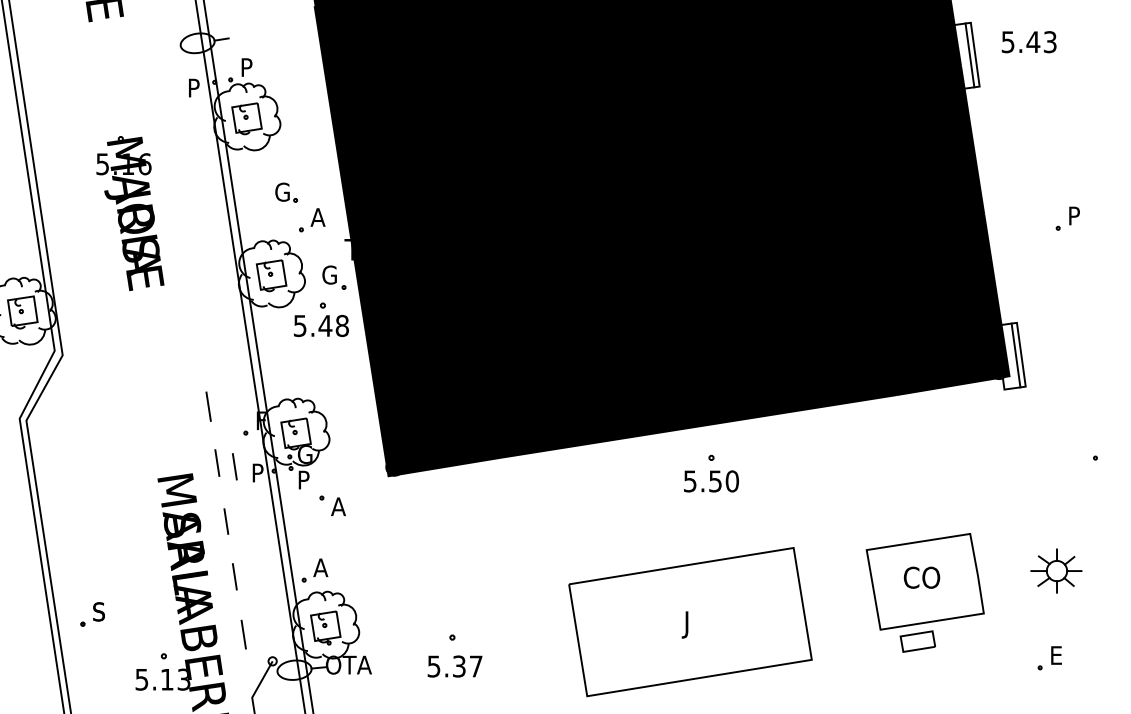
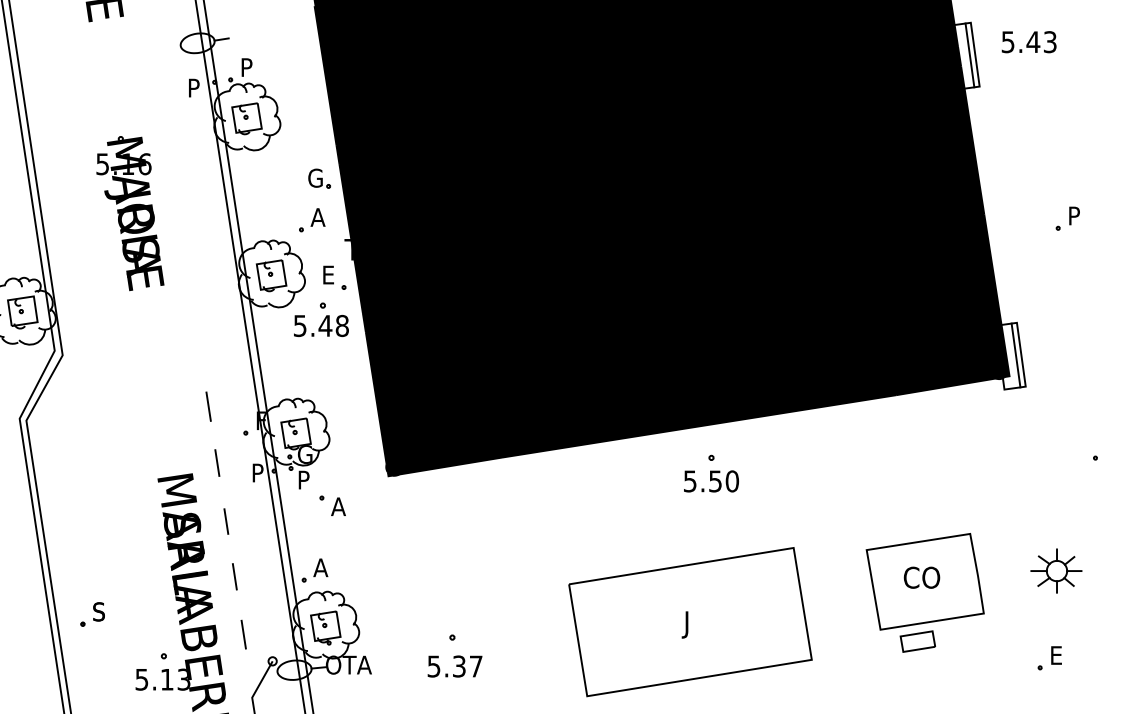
part at (286, 192) position: (286, 192) -> (319, 178)
text at (329, 274): G -> E
line at (234, 466): present -> none
